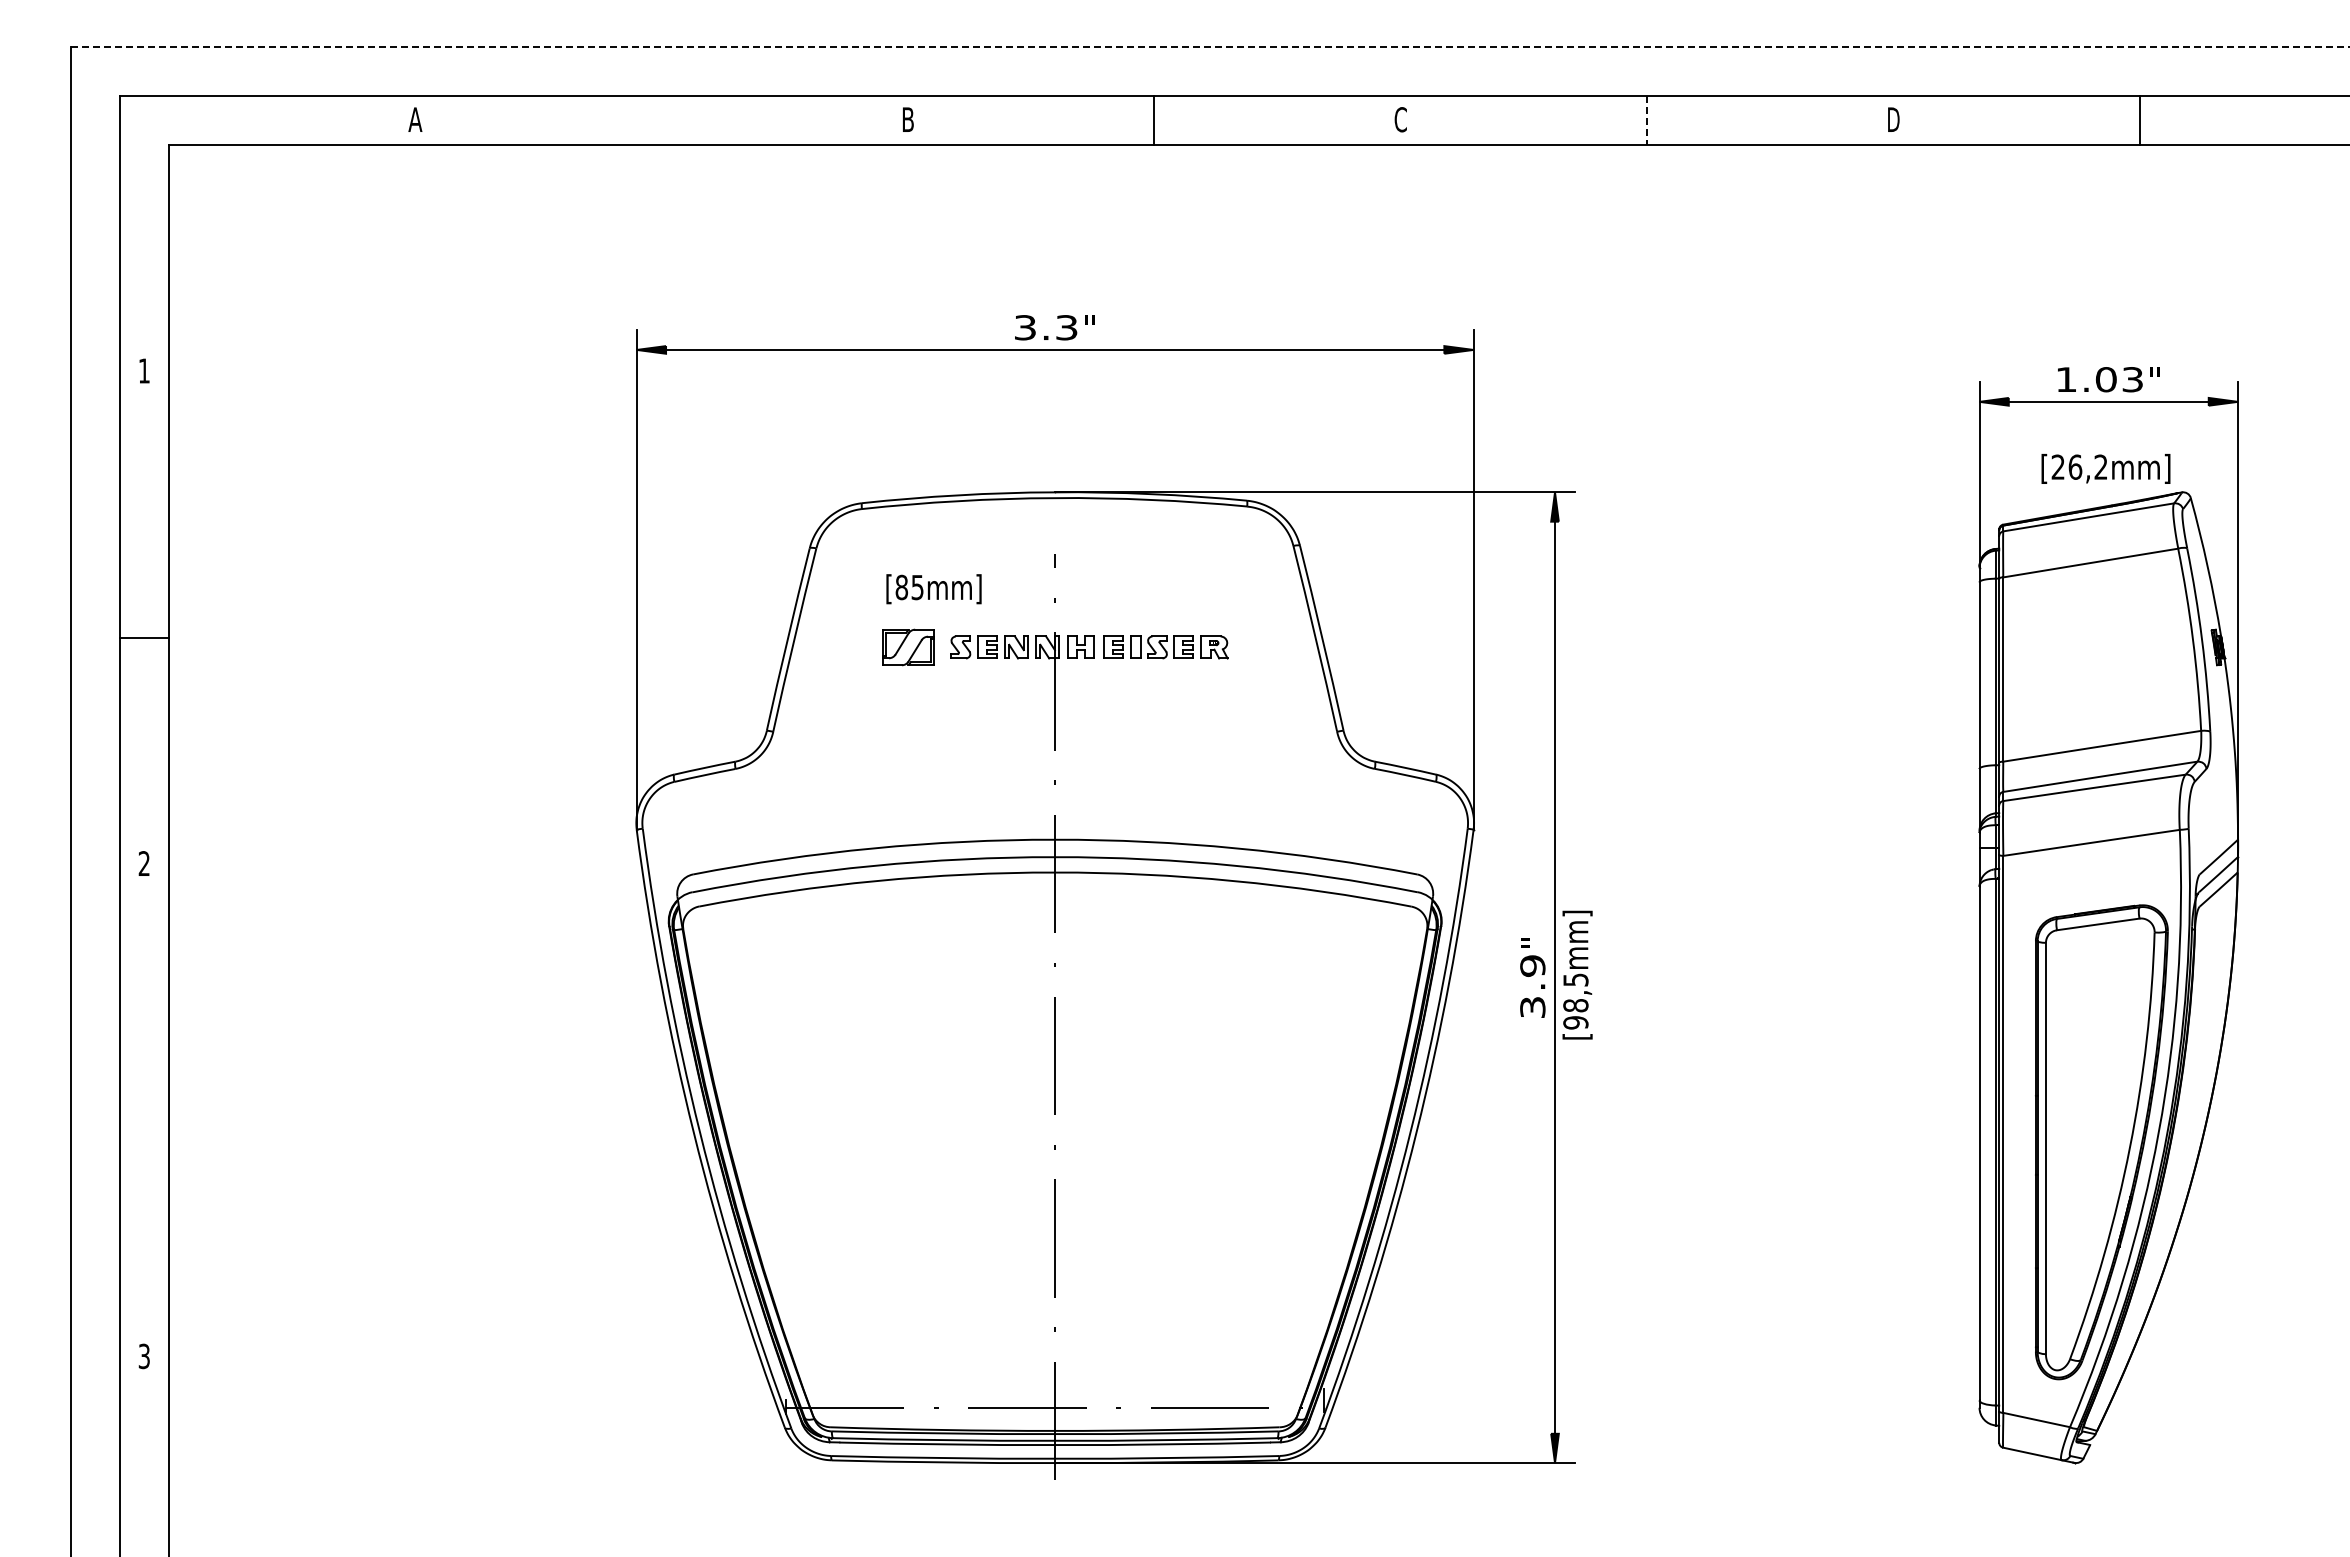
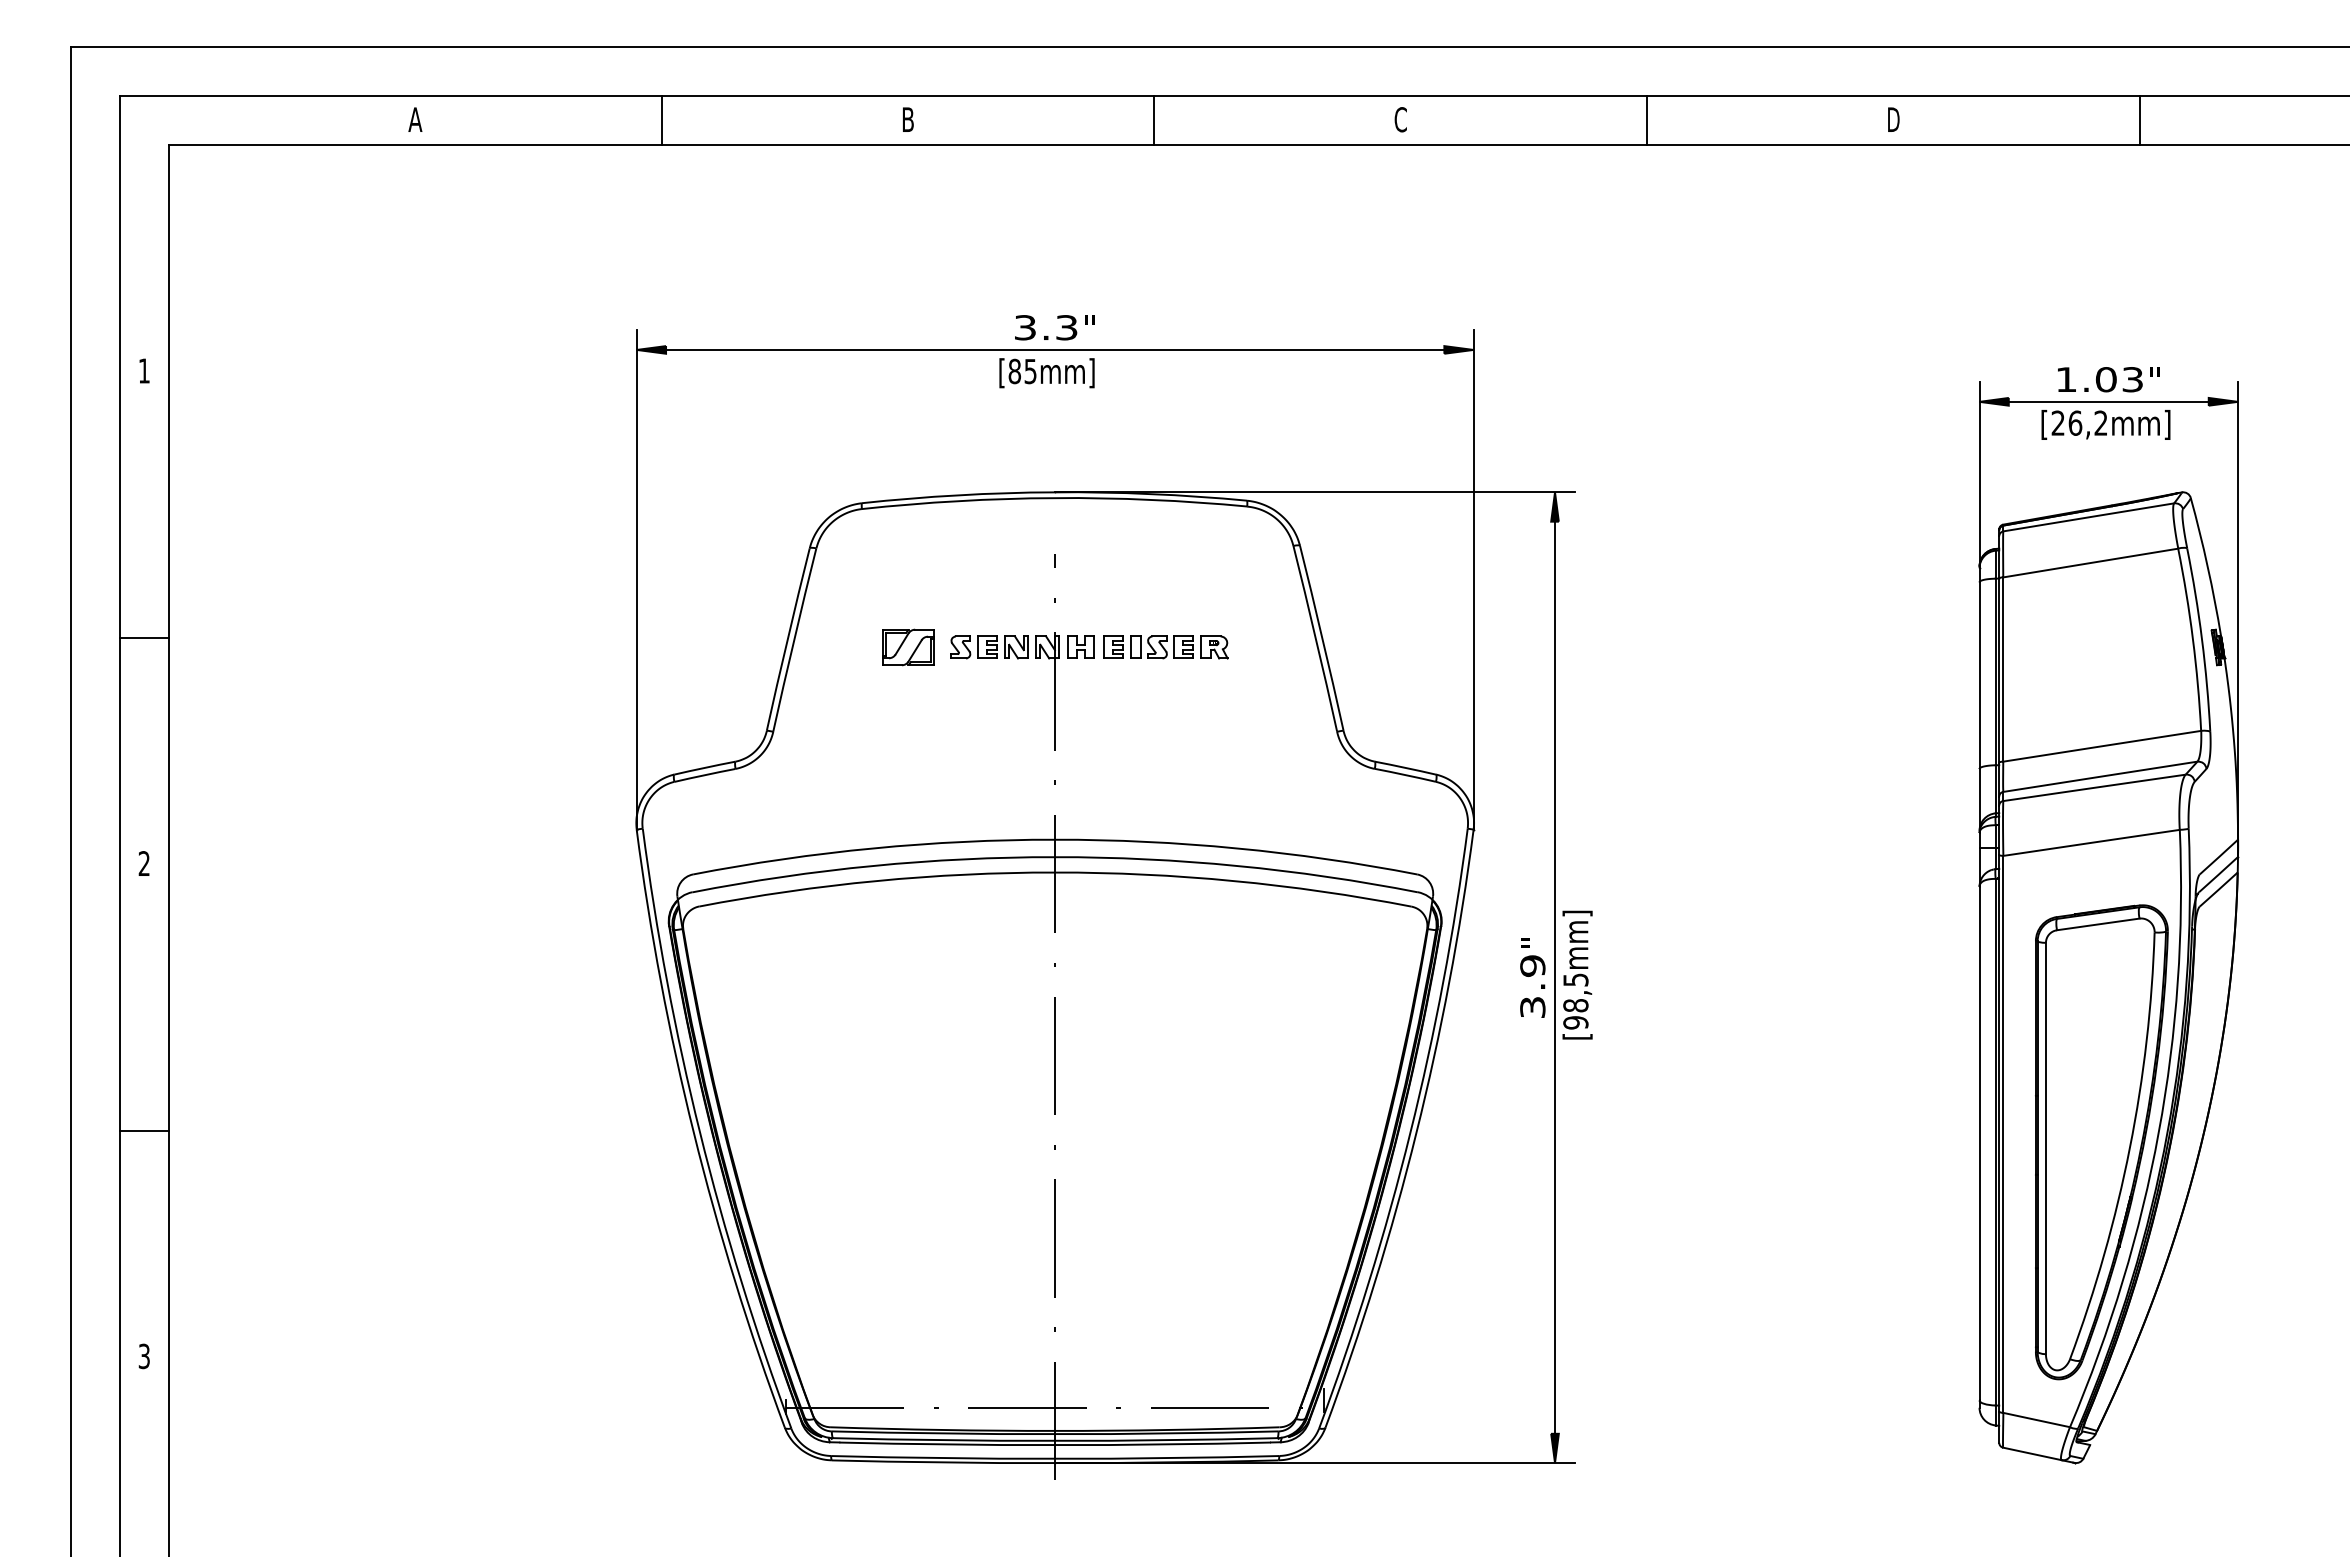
line at (1210, 46): dashed -> solid
line at (661, 120): none -> present
line at (1647, 120): dashed -> solid
text at (2105, 468) position: (2105, 468) -> (2105, 424)
text at (933, 589) position: (933, 589) -> (1046, 373)
line at (144, 1130): none -> present
